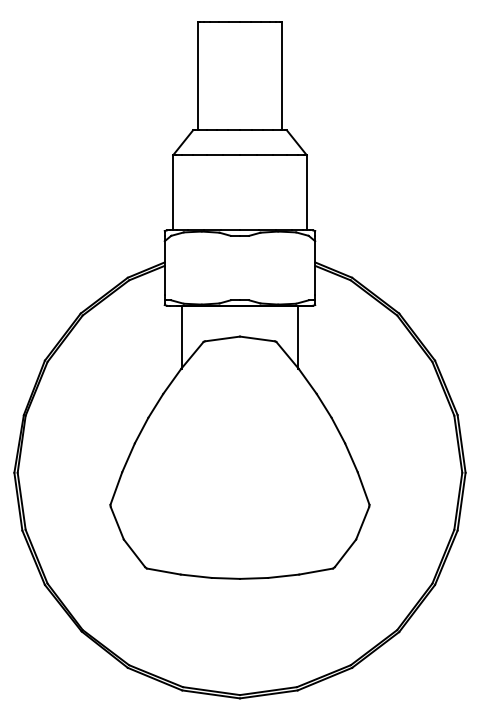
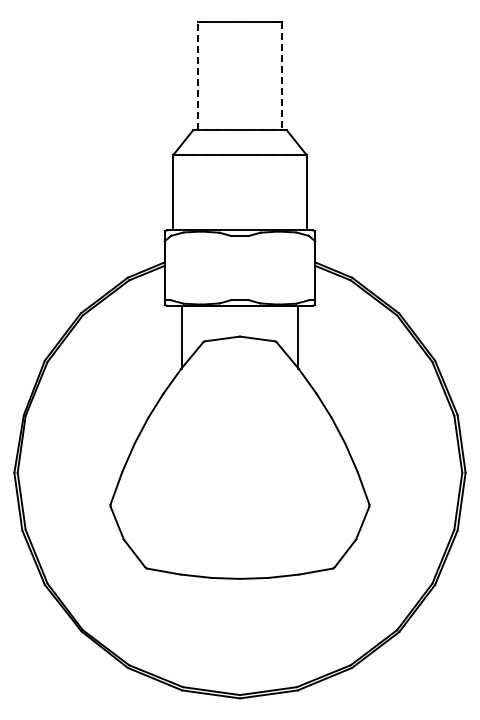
line at (198, 75): solid -> dashed
line at (281, 76): solid -> dashed
